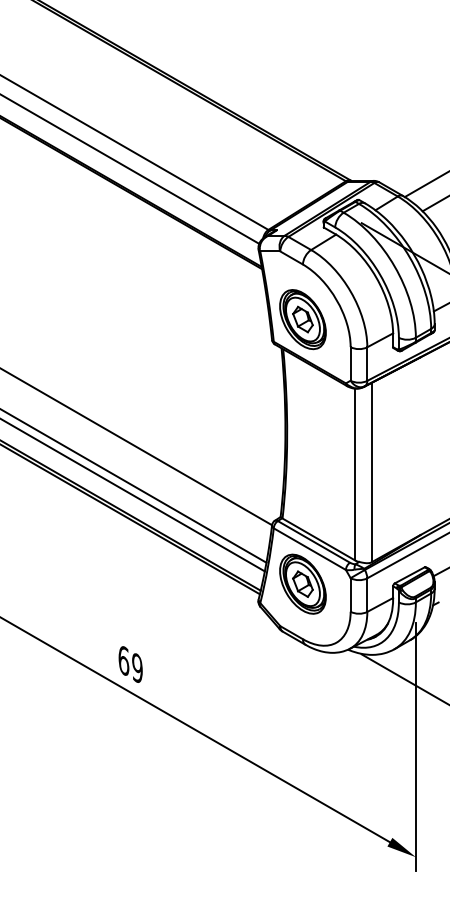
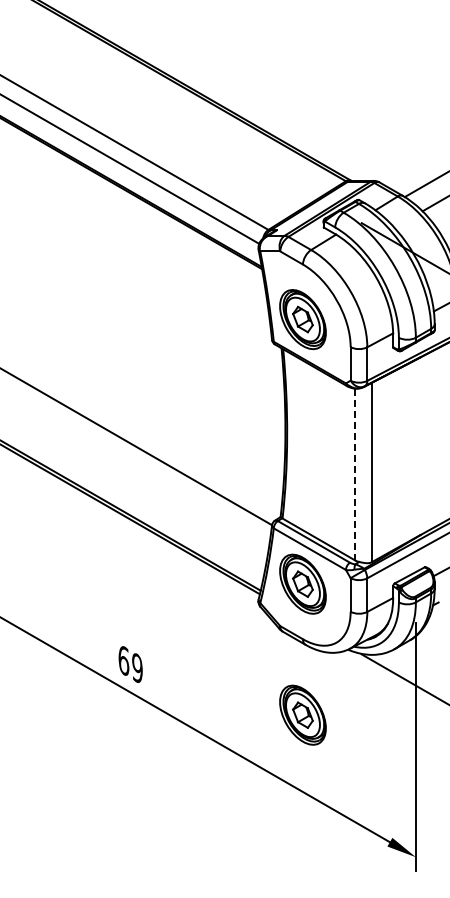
line at (355, 474): solid -> dashed
line at (134, 486): present -> none
line at (133, 495): present -> none
part at (302, 714): none -> present
